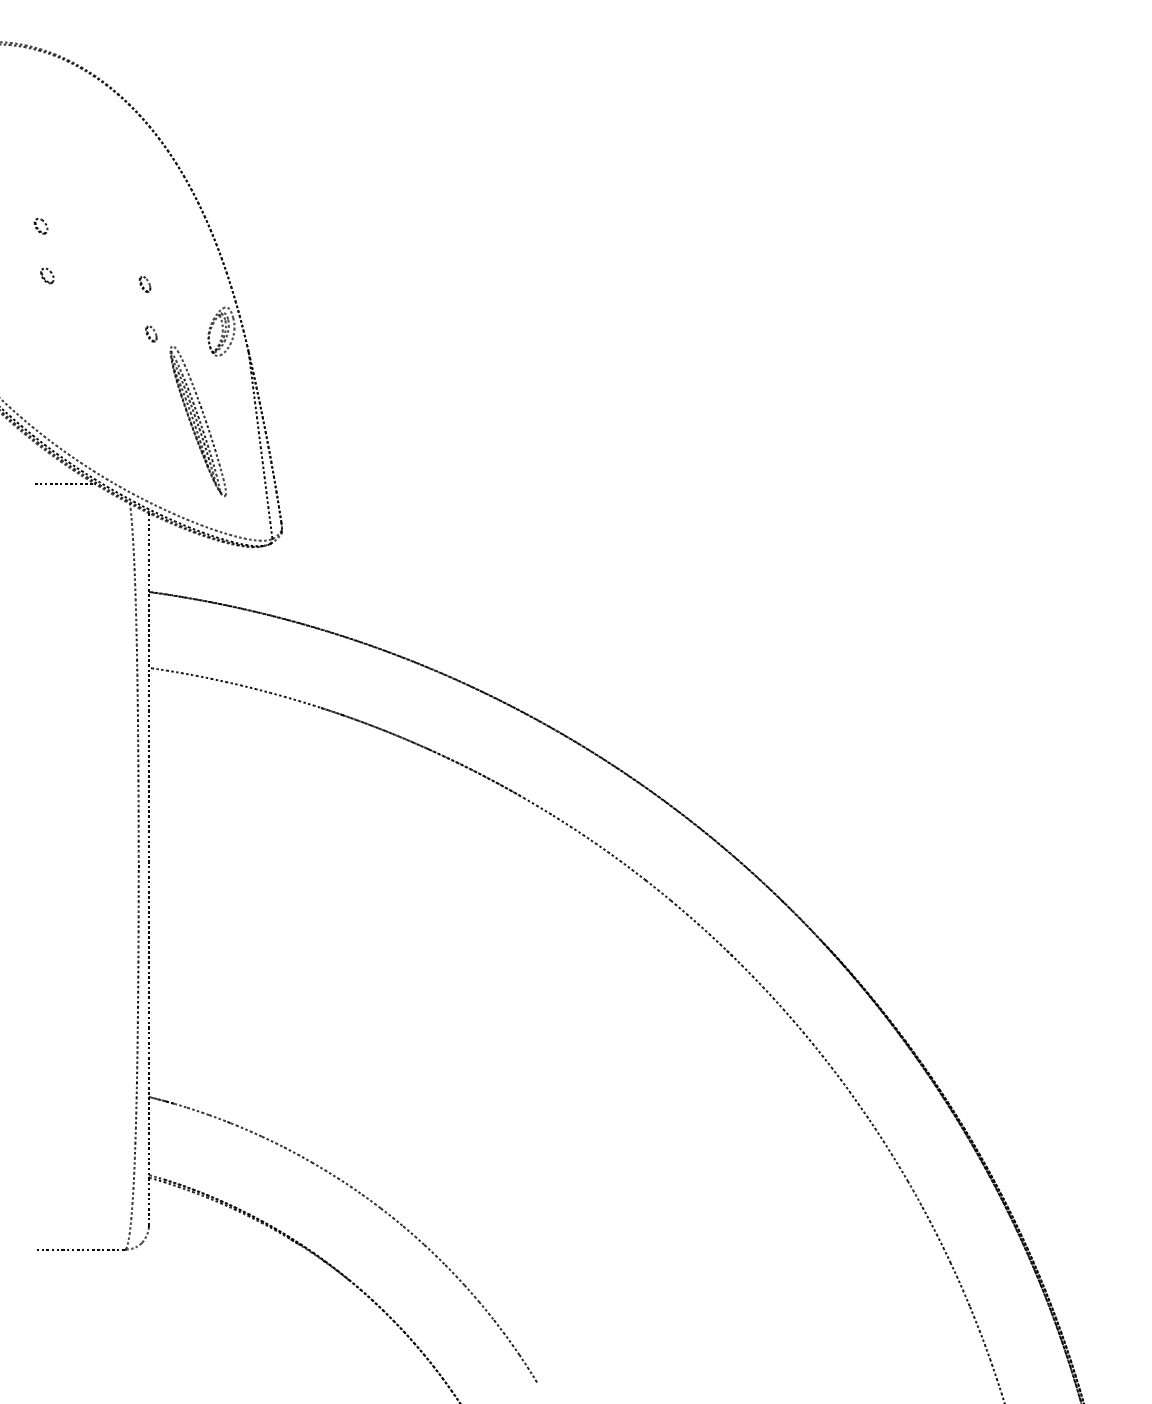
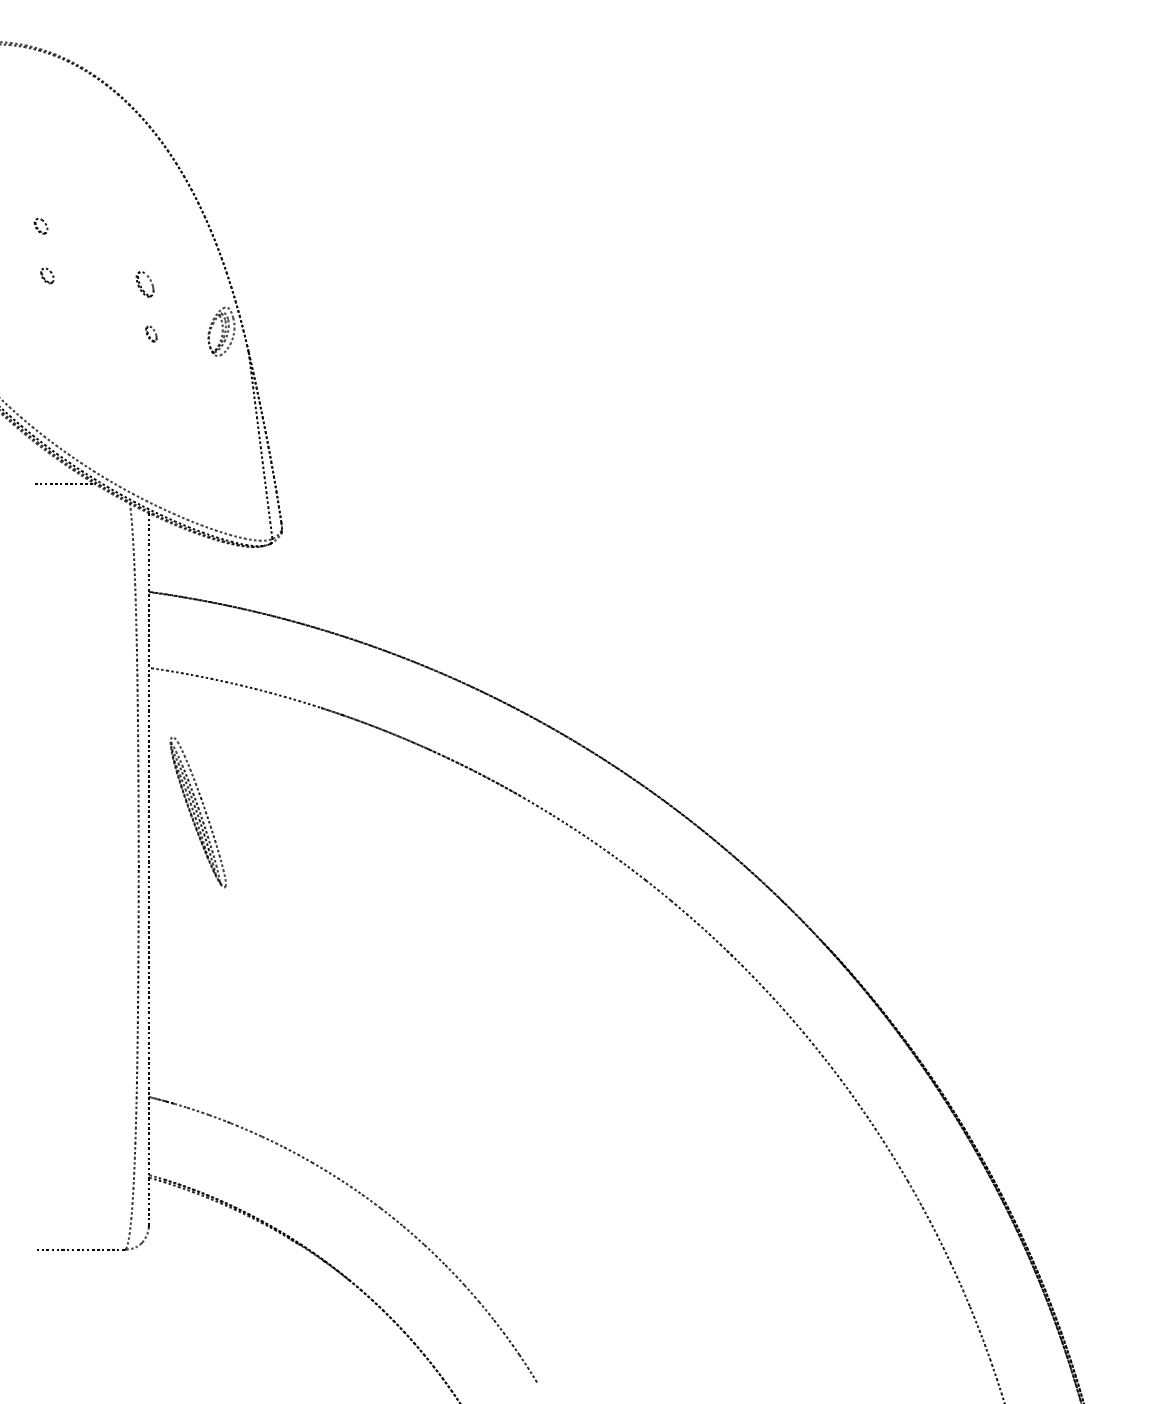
part at (144, 284) size: 14x17 px -> 20x27 px
part at (197, 421) position: (197, 421) -> (197, 812)
